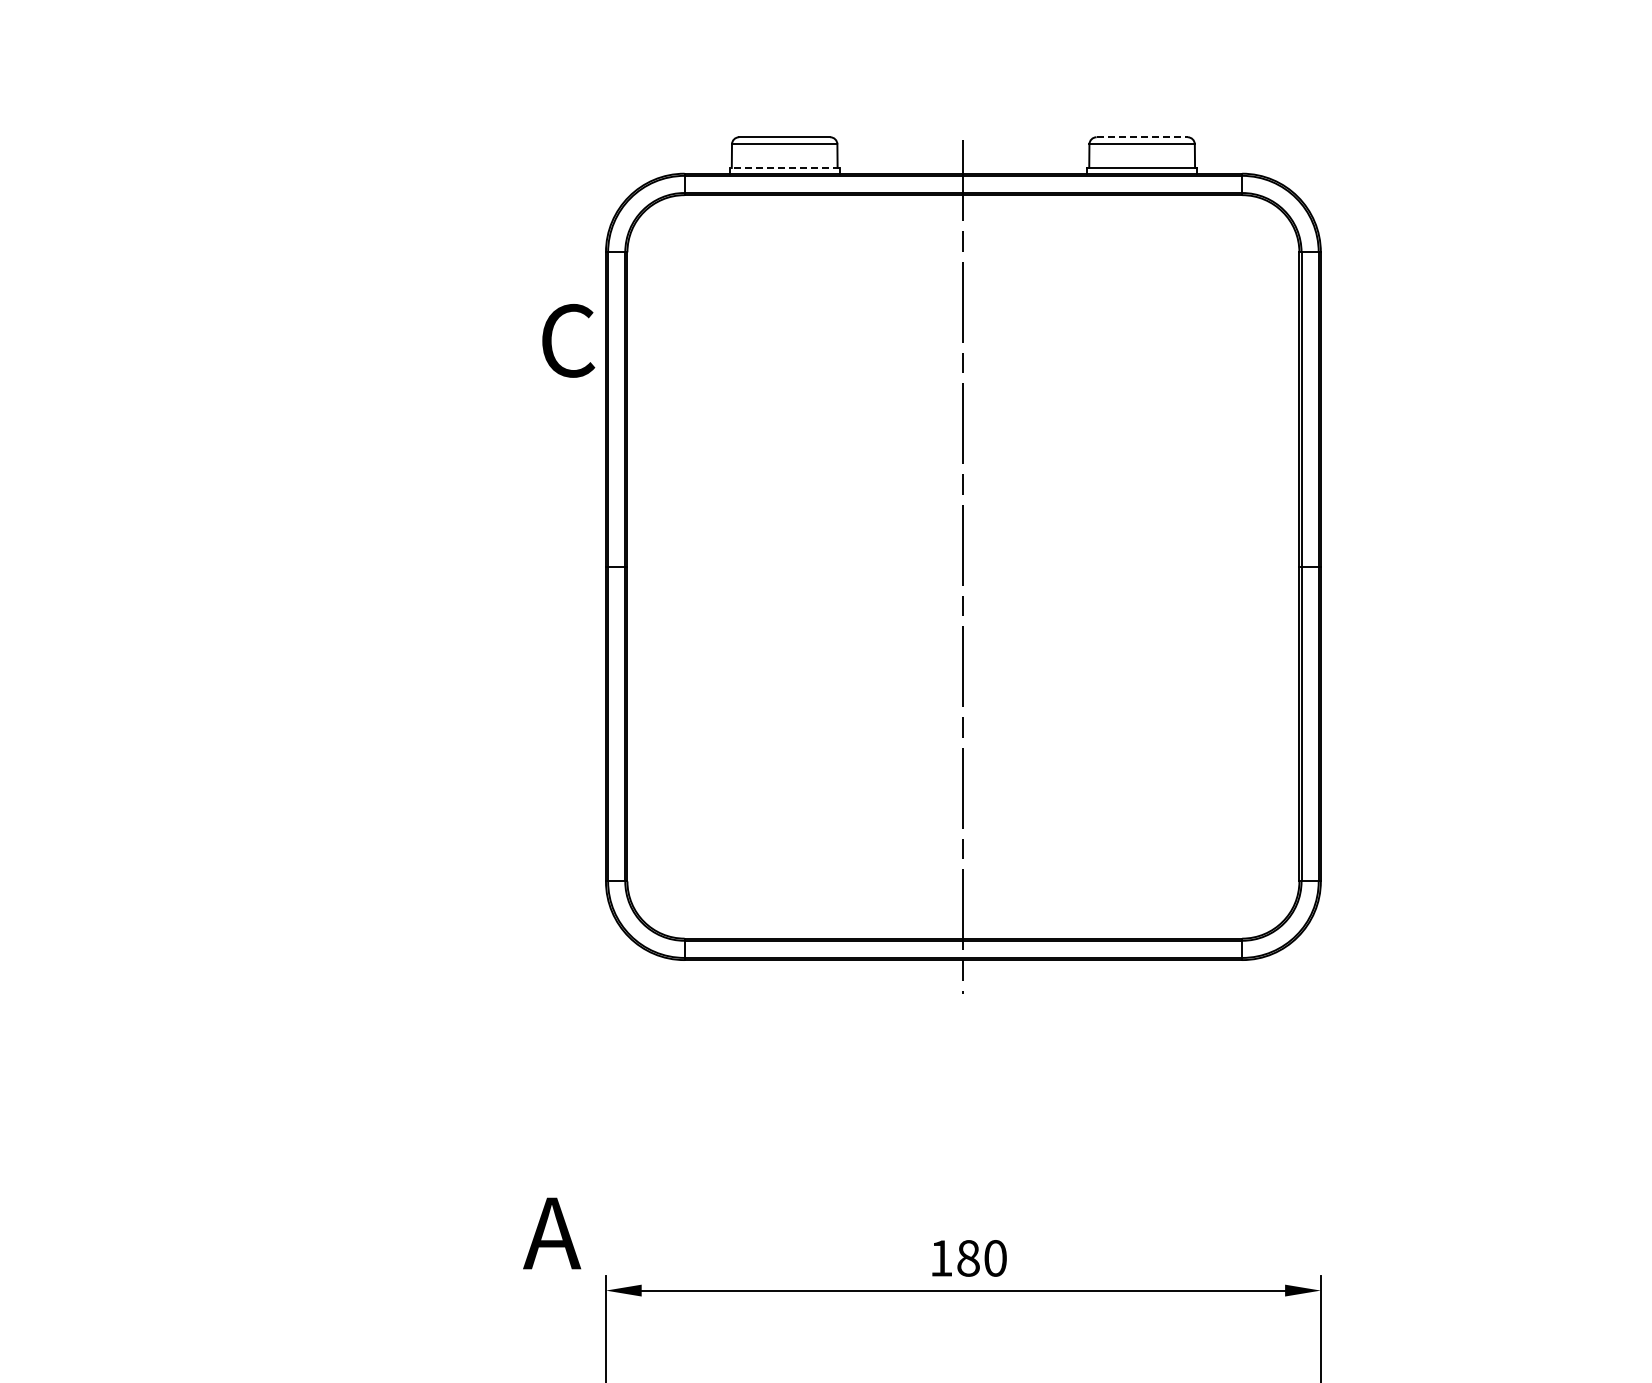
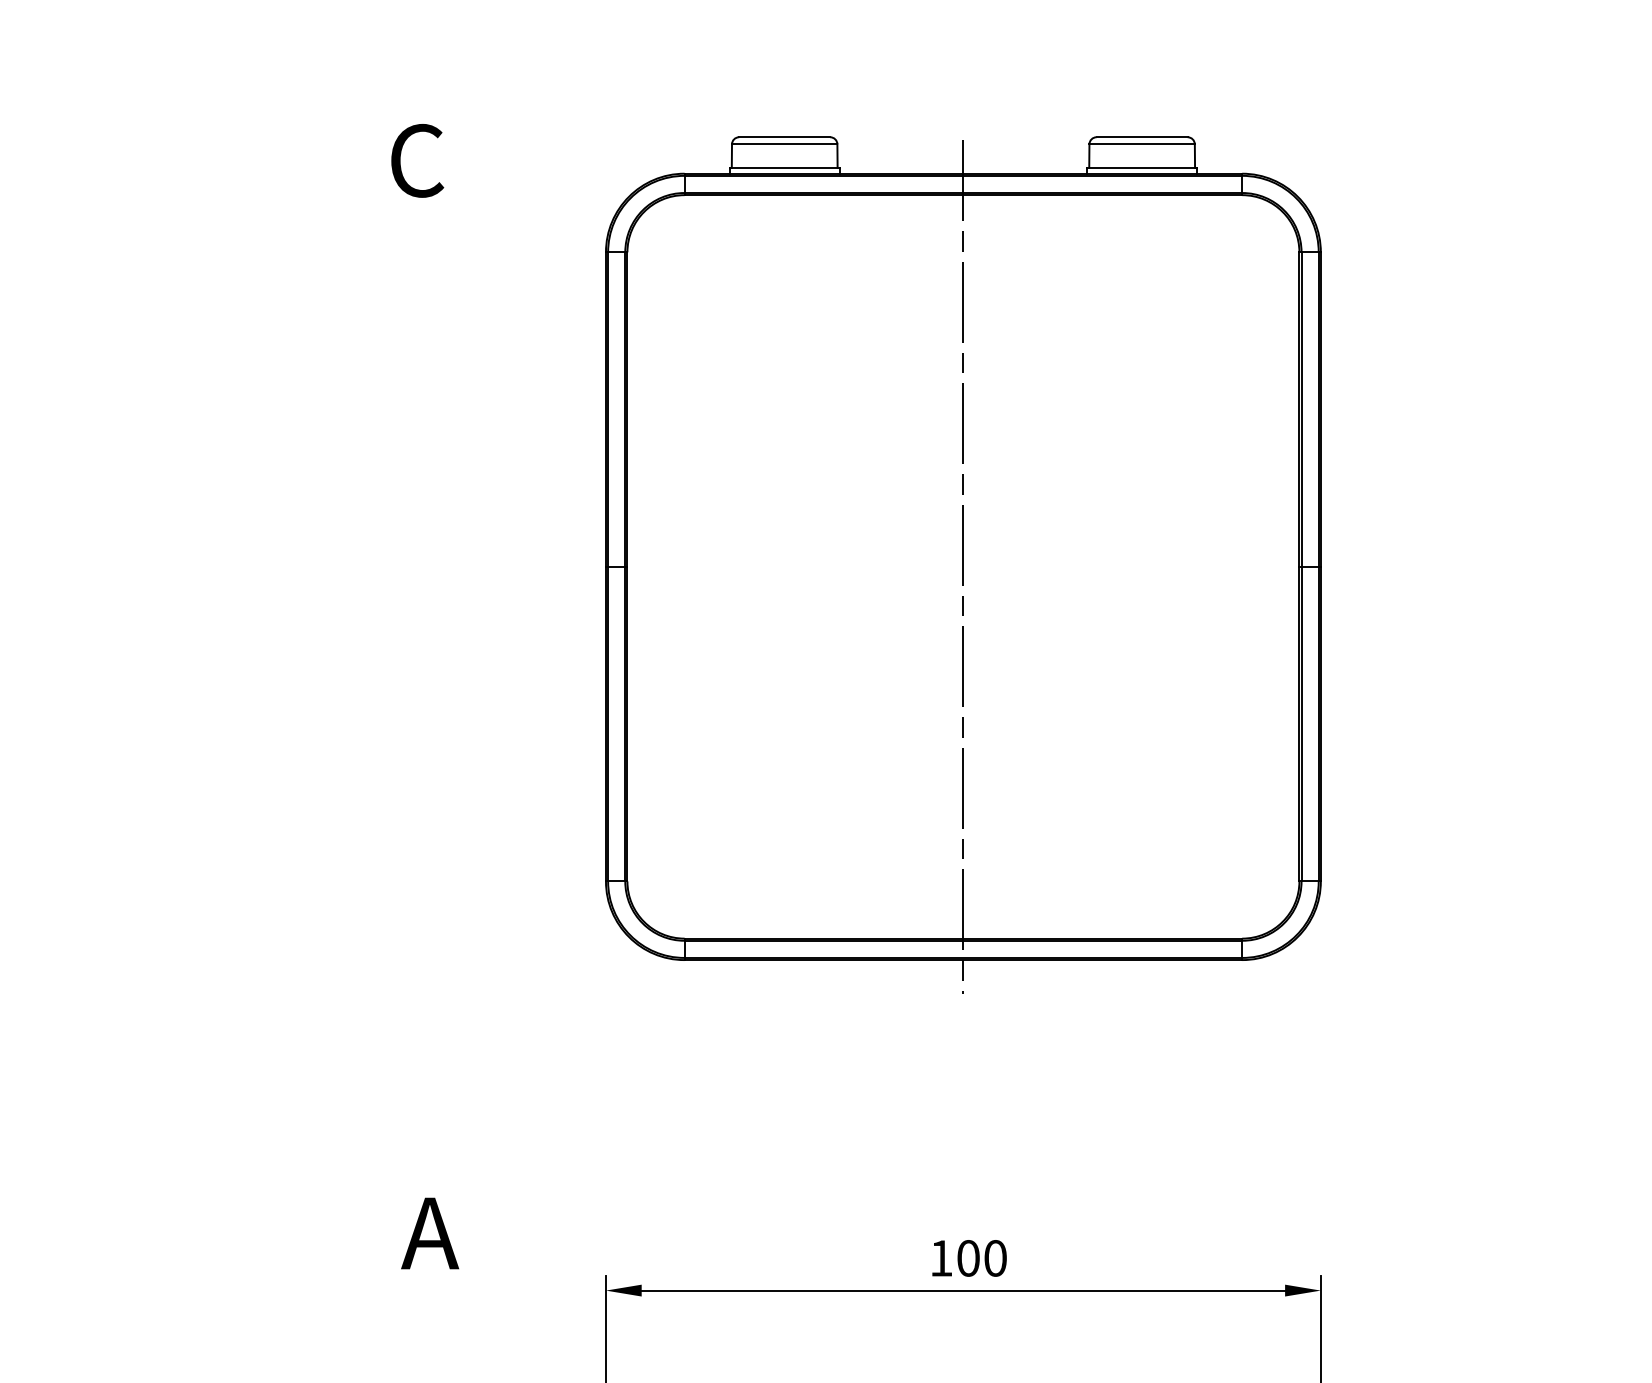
line at (1142, 137): dashed -> solid
line at (784, 168): dashed -> solid
text at (568, 340) position: (568, 340) -> (417, 160)
text at (552, 1233) position: (552, 1233) -> (430, 1233)
text at (968, 1258): 180 -> 100
